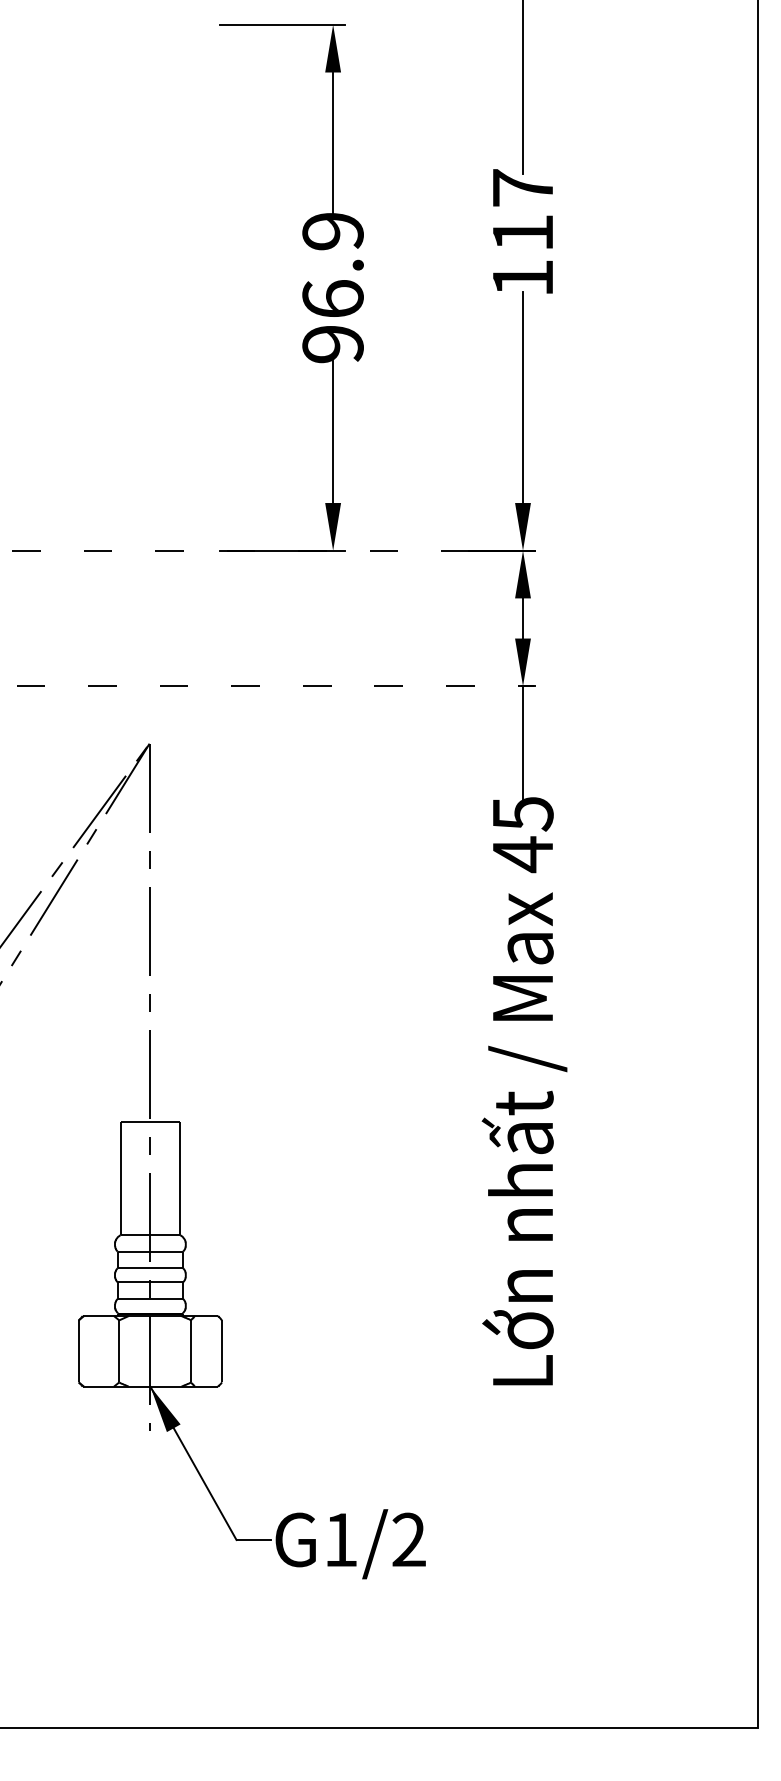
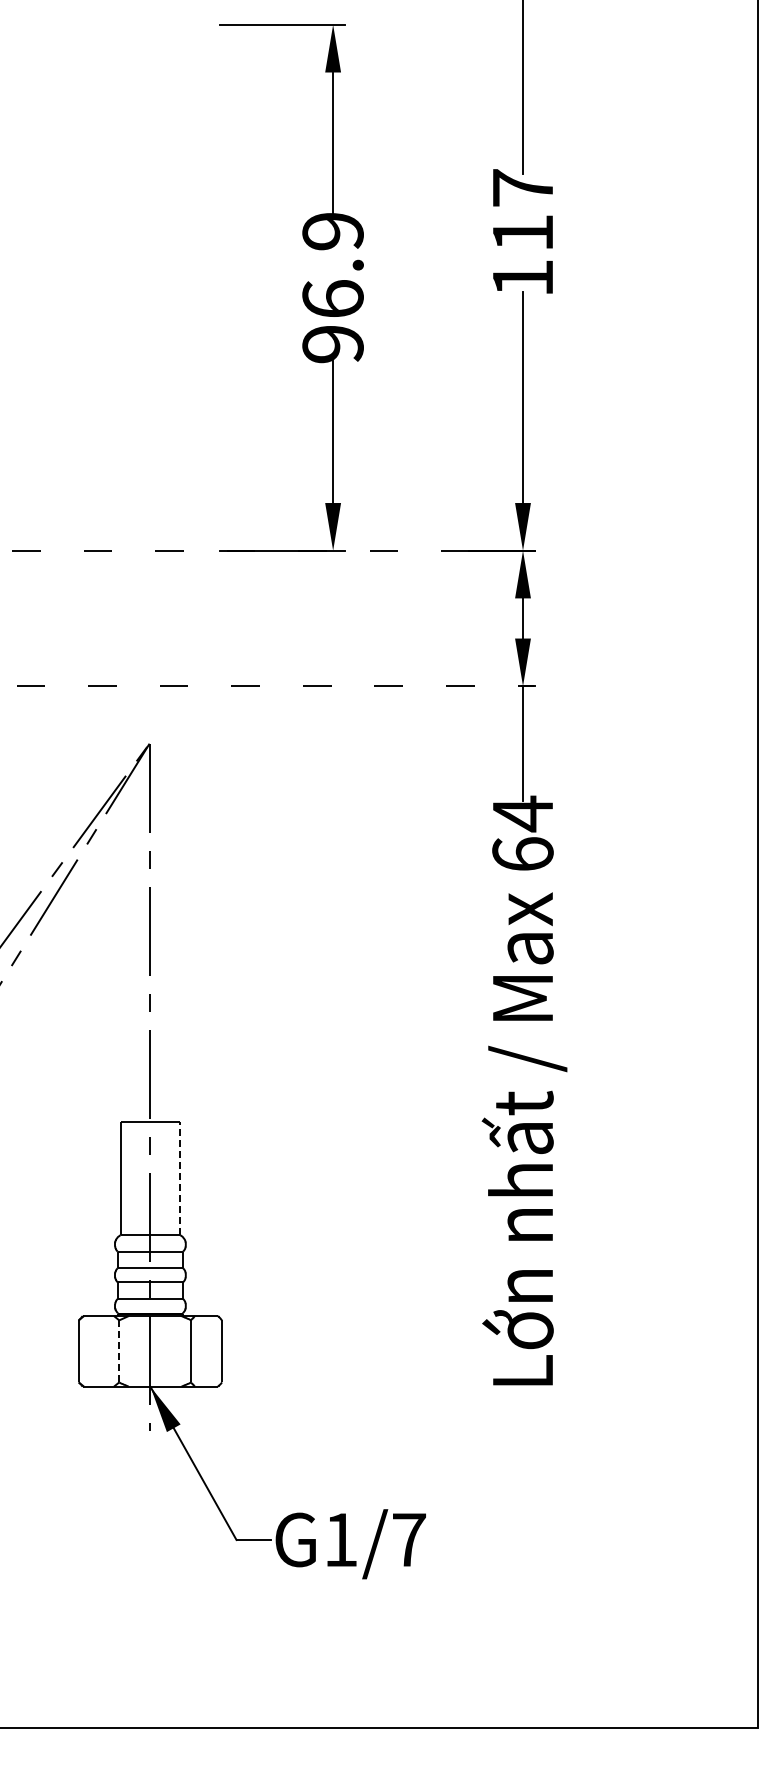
text at (522, 834): 45 -> 64
line at (180, 1178): solid -> dashed
line at (119, 1350): solid -> dashed
text at (408, 1539): G1/2 -> G1/7
